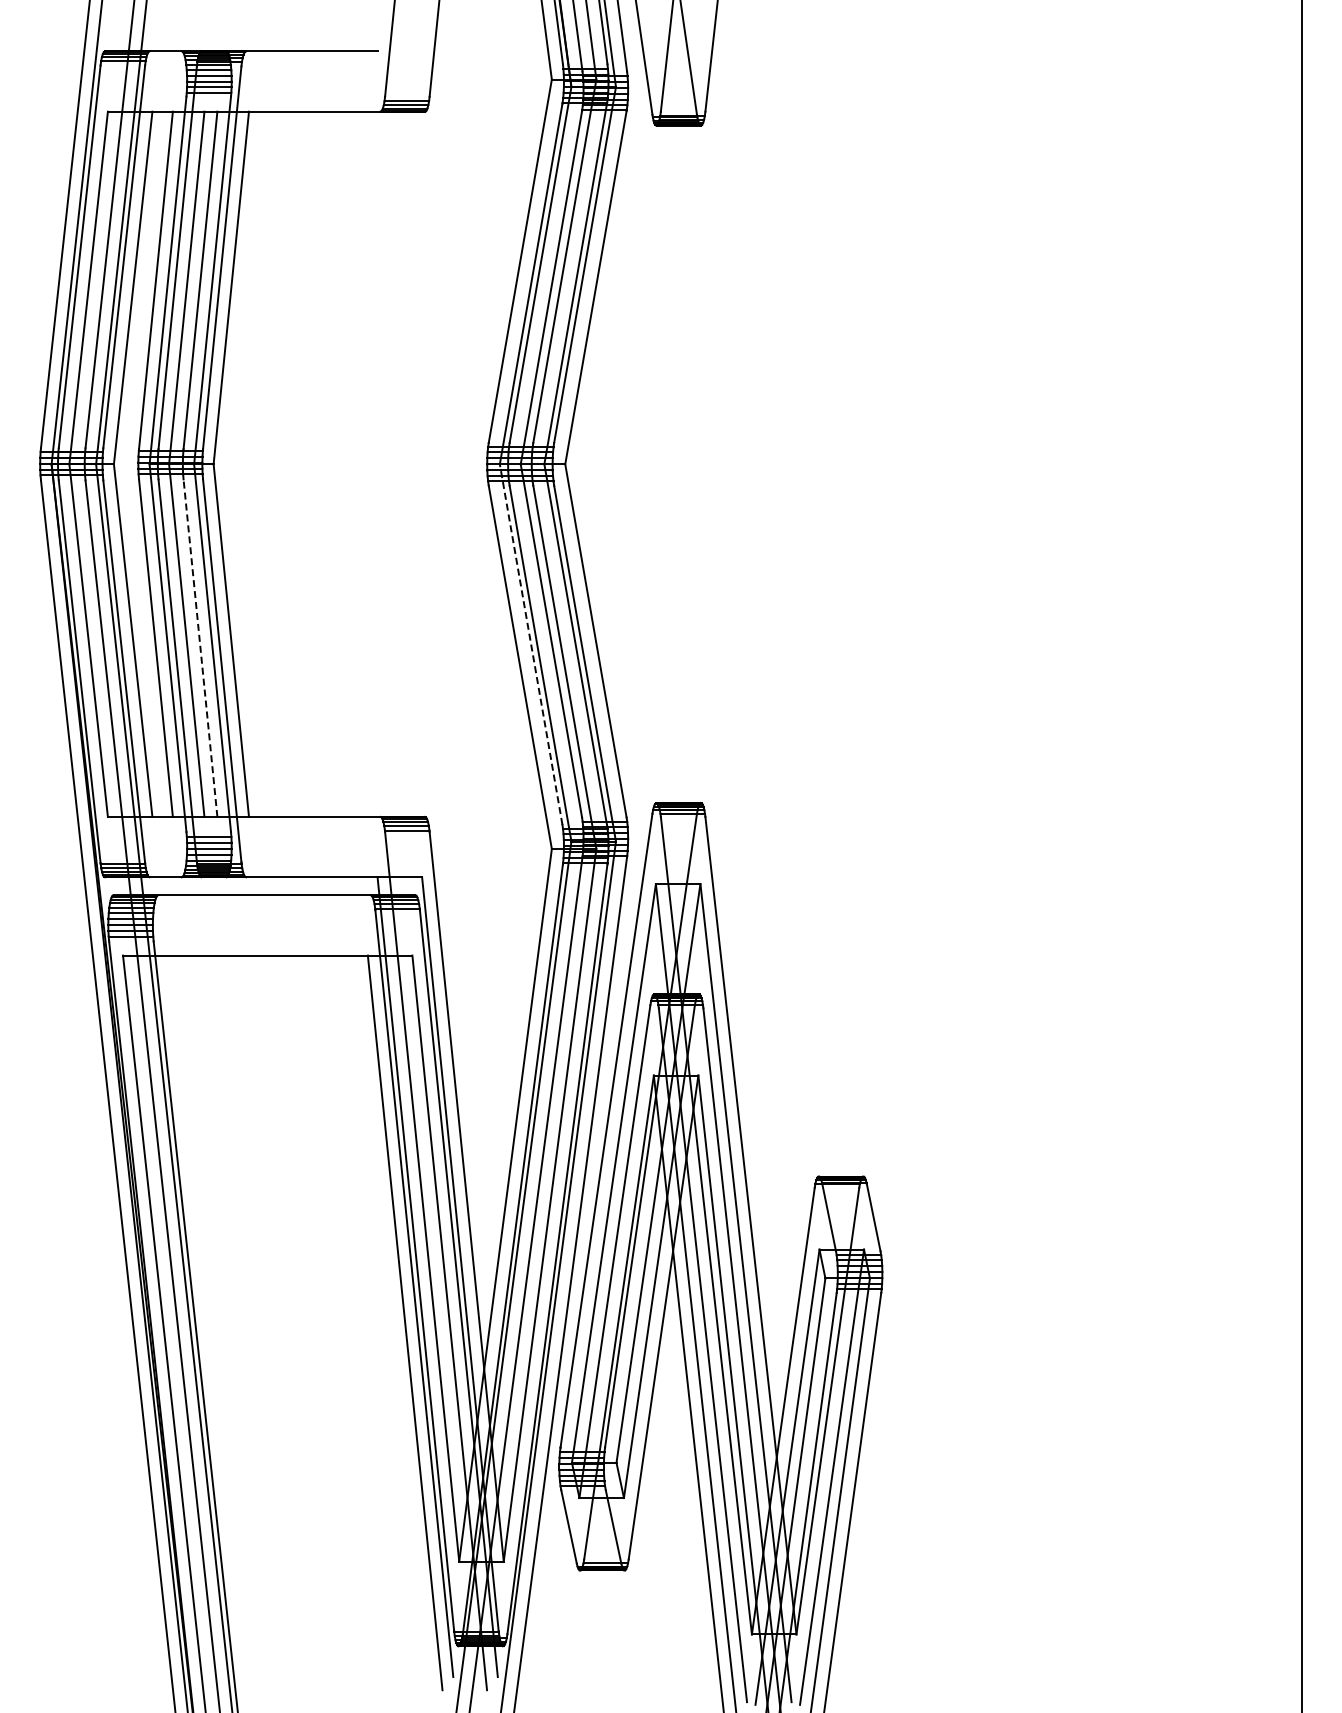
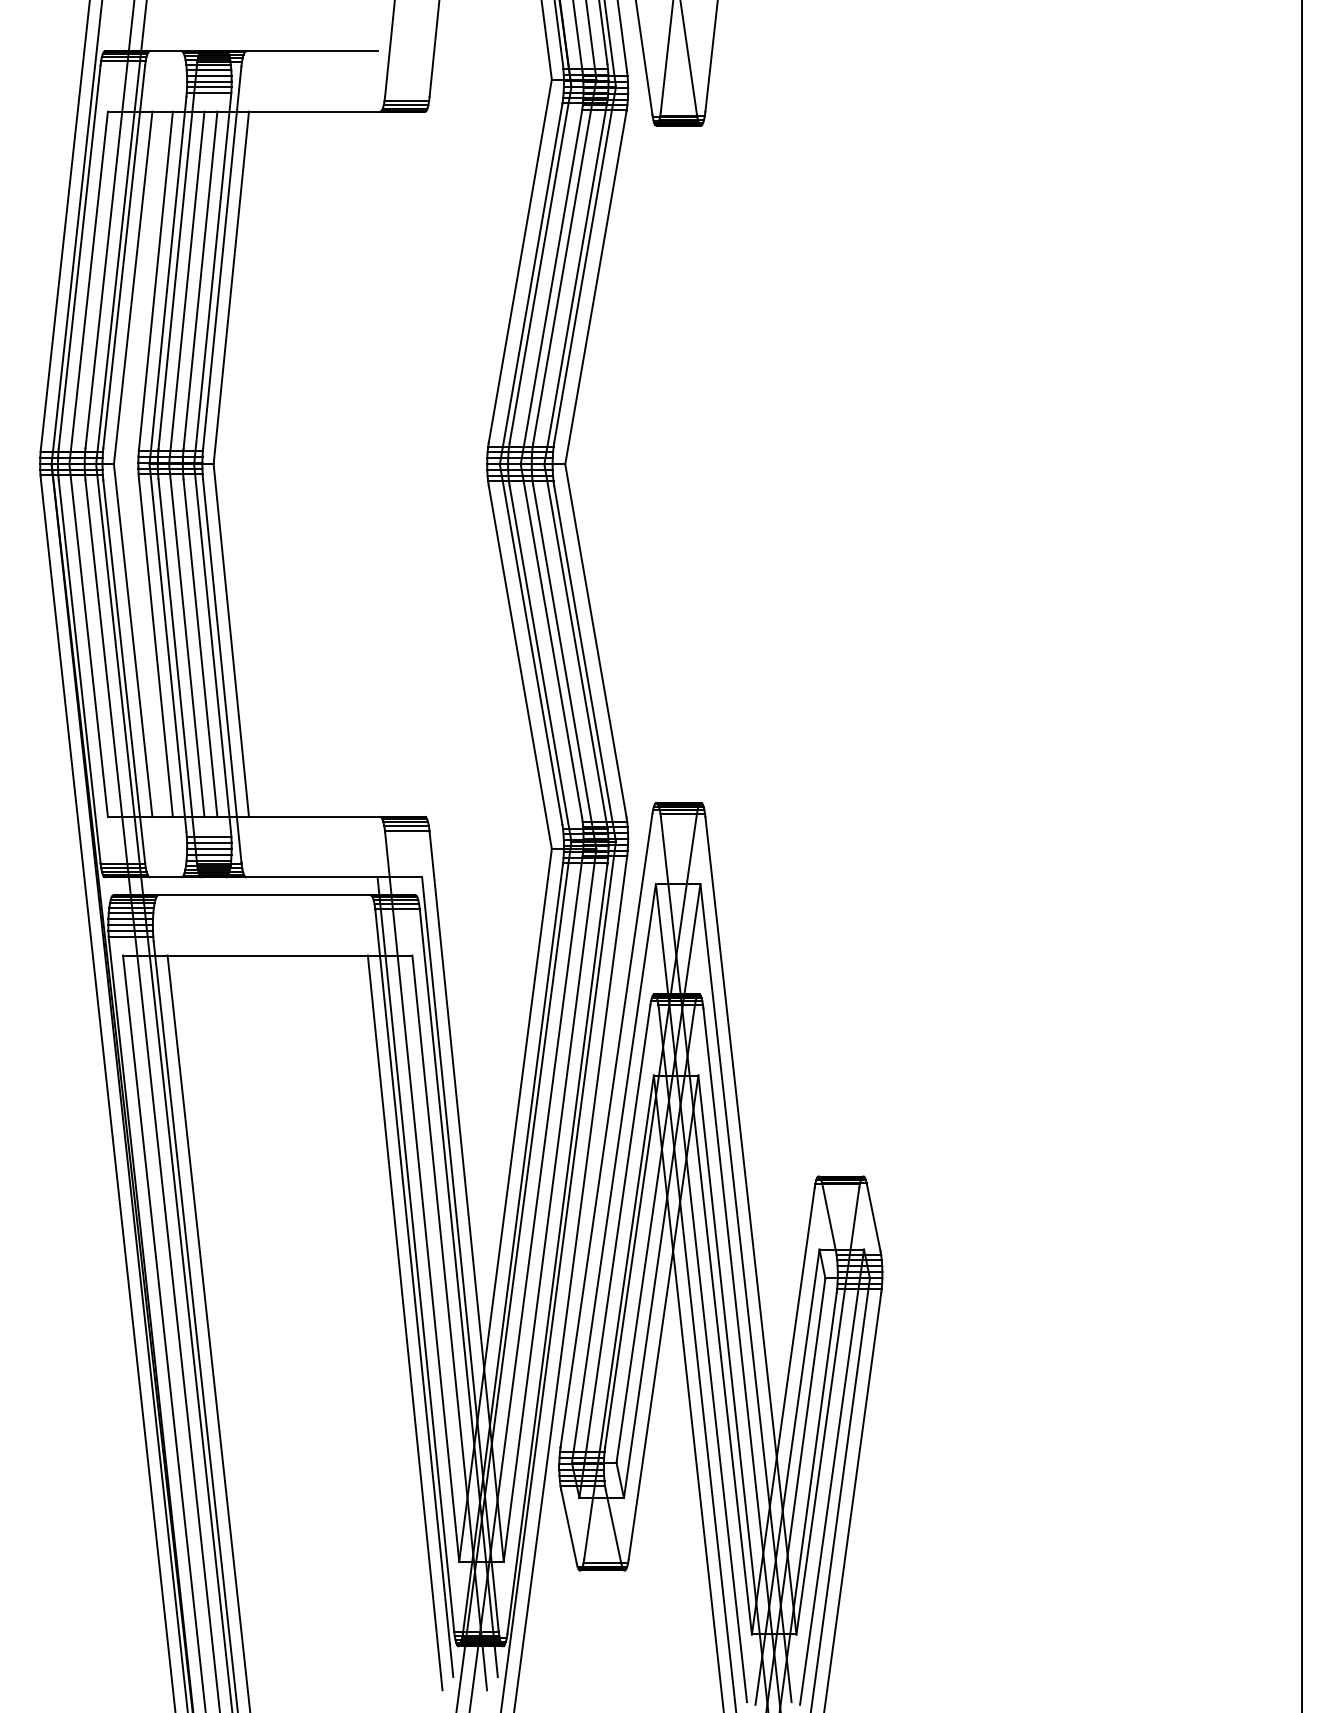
line at (531, 644): dashed -> solid
line at (200, 648): dashed -> solid
line at (208, 1332): none -> present
